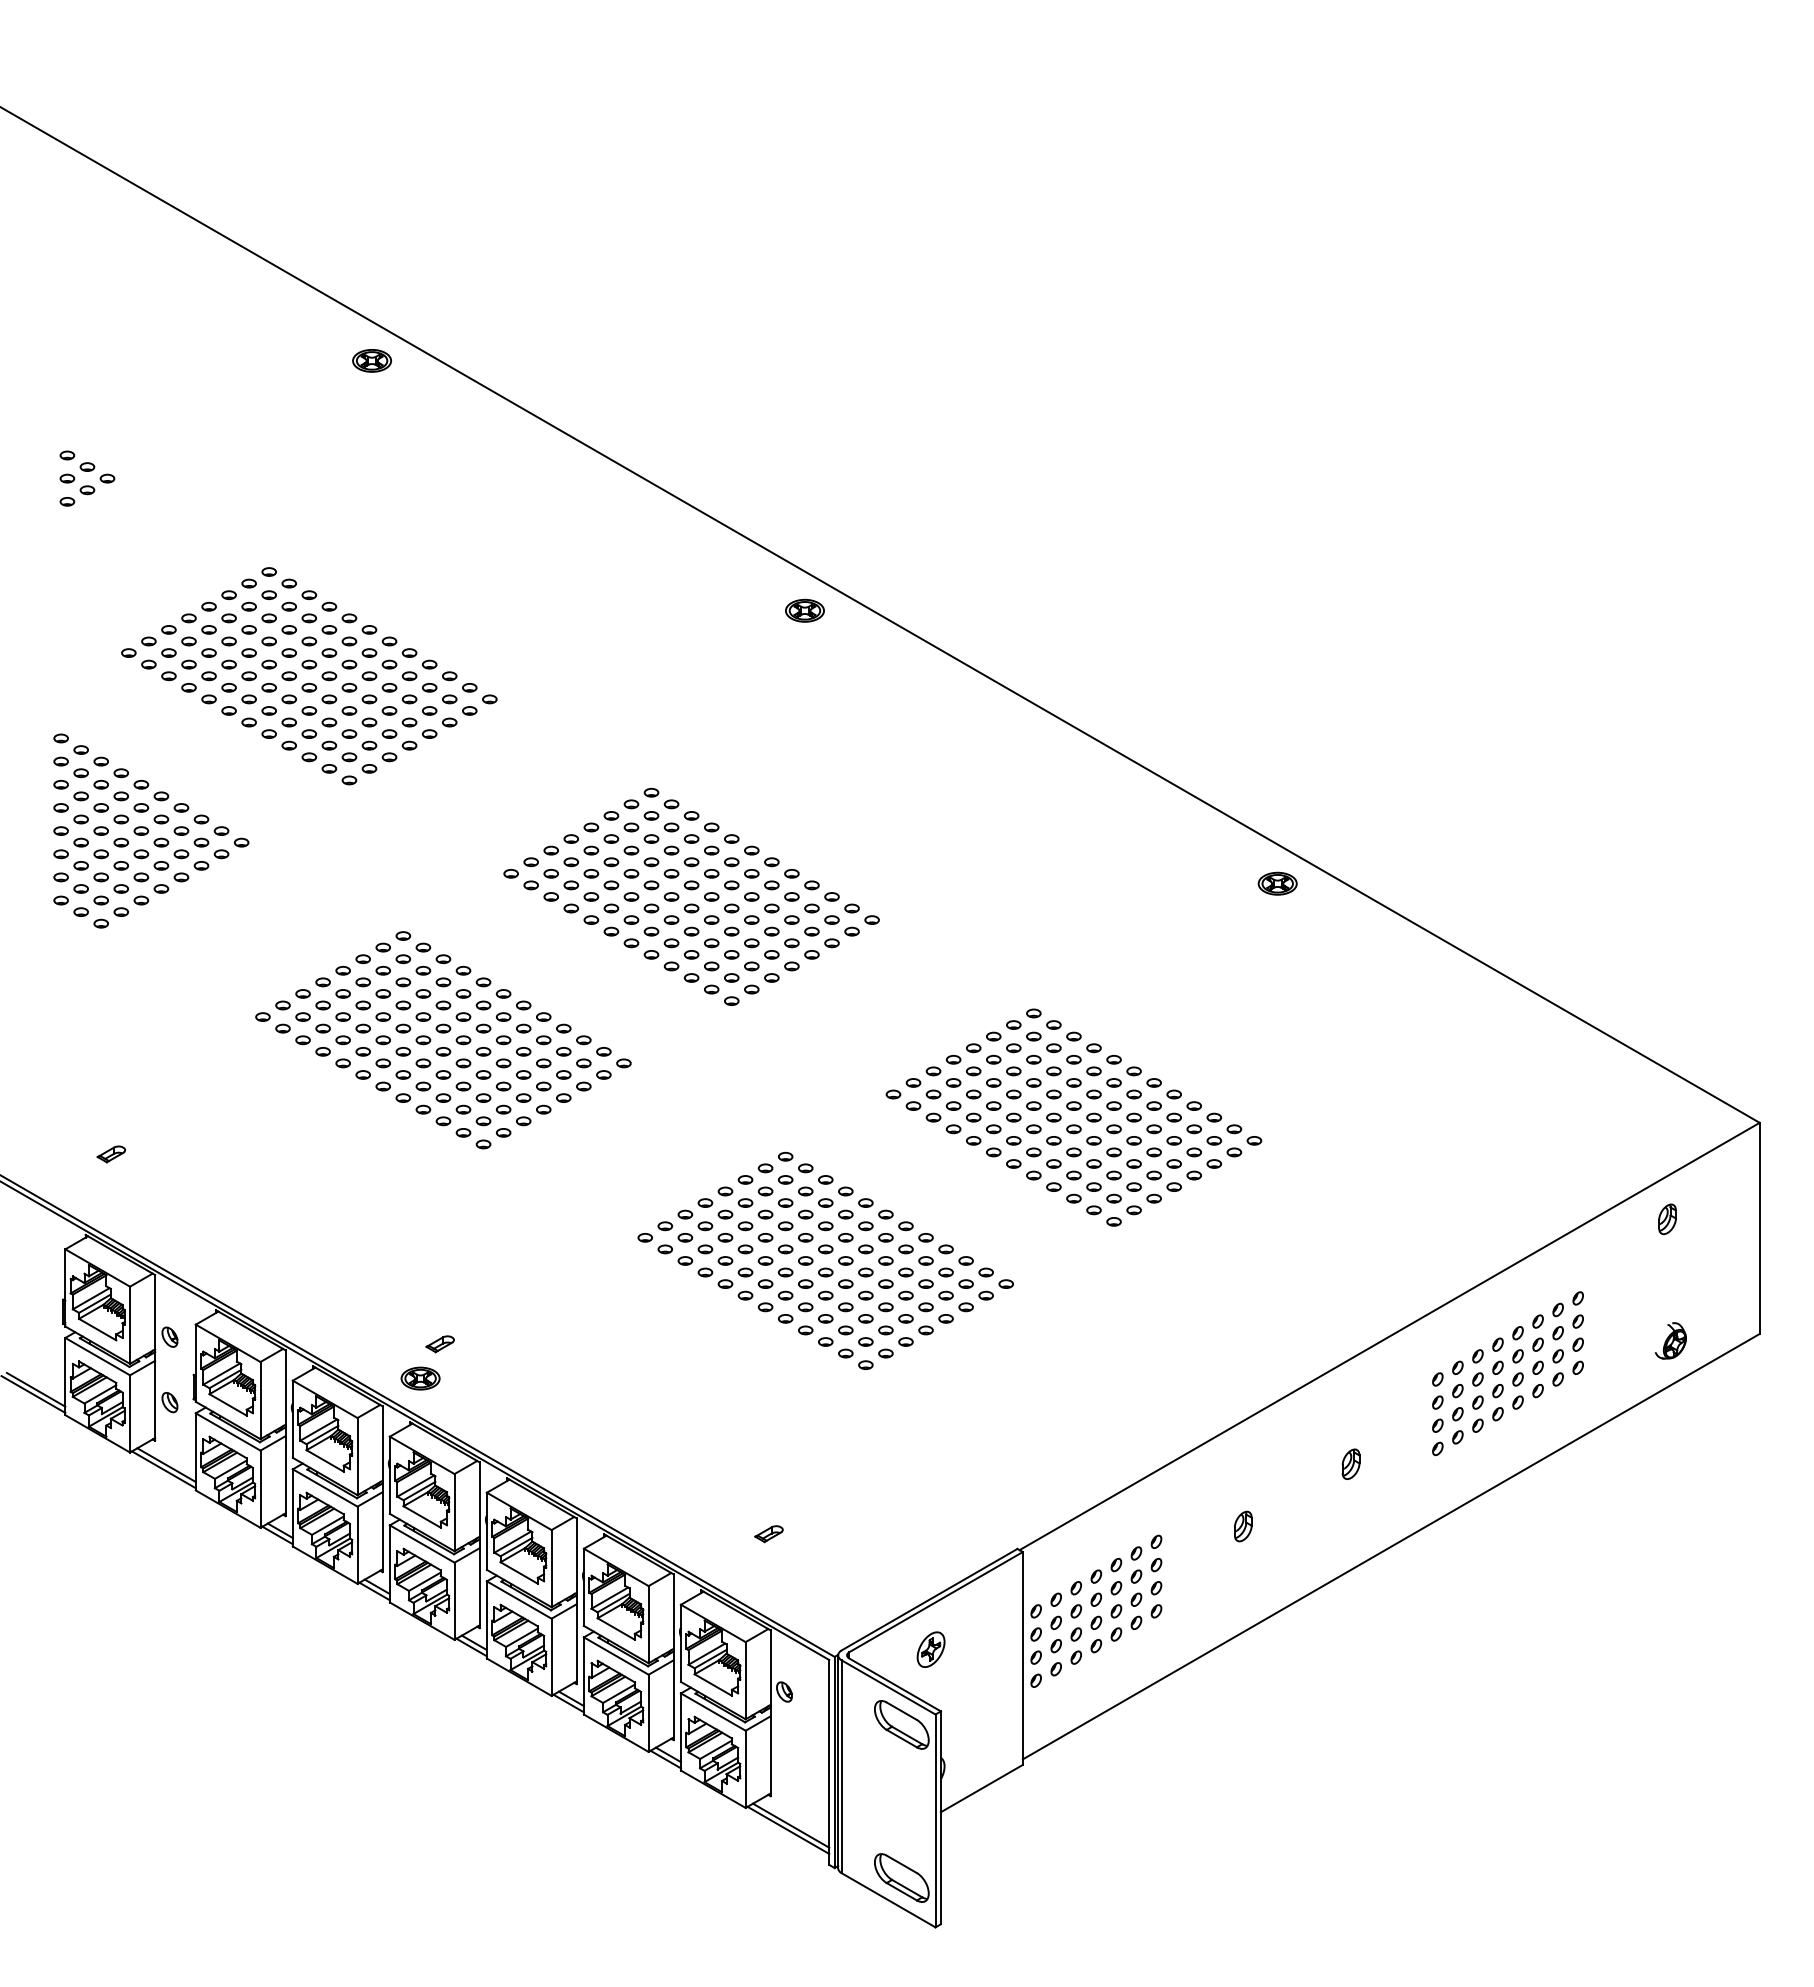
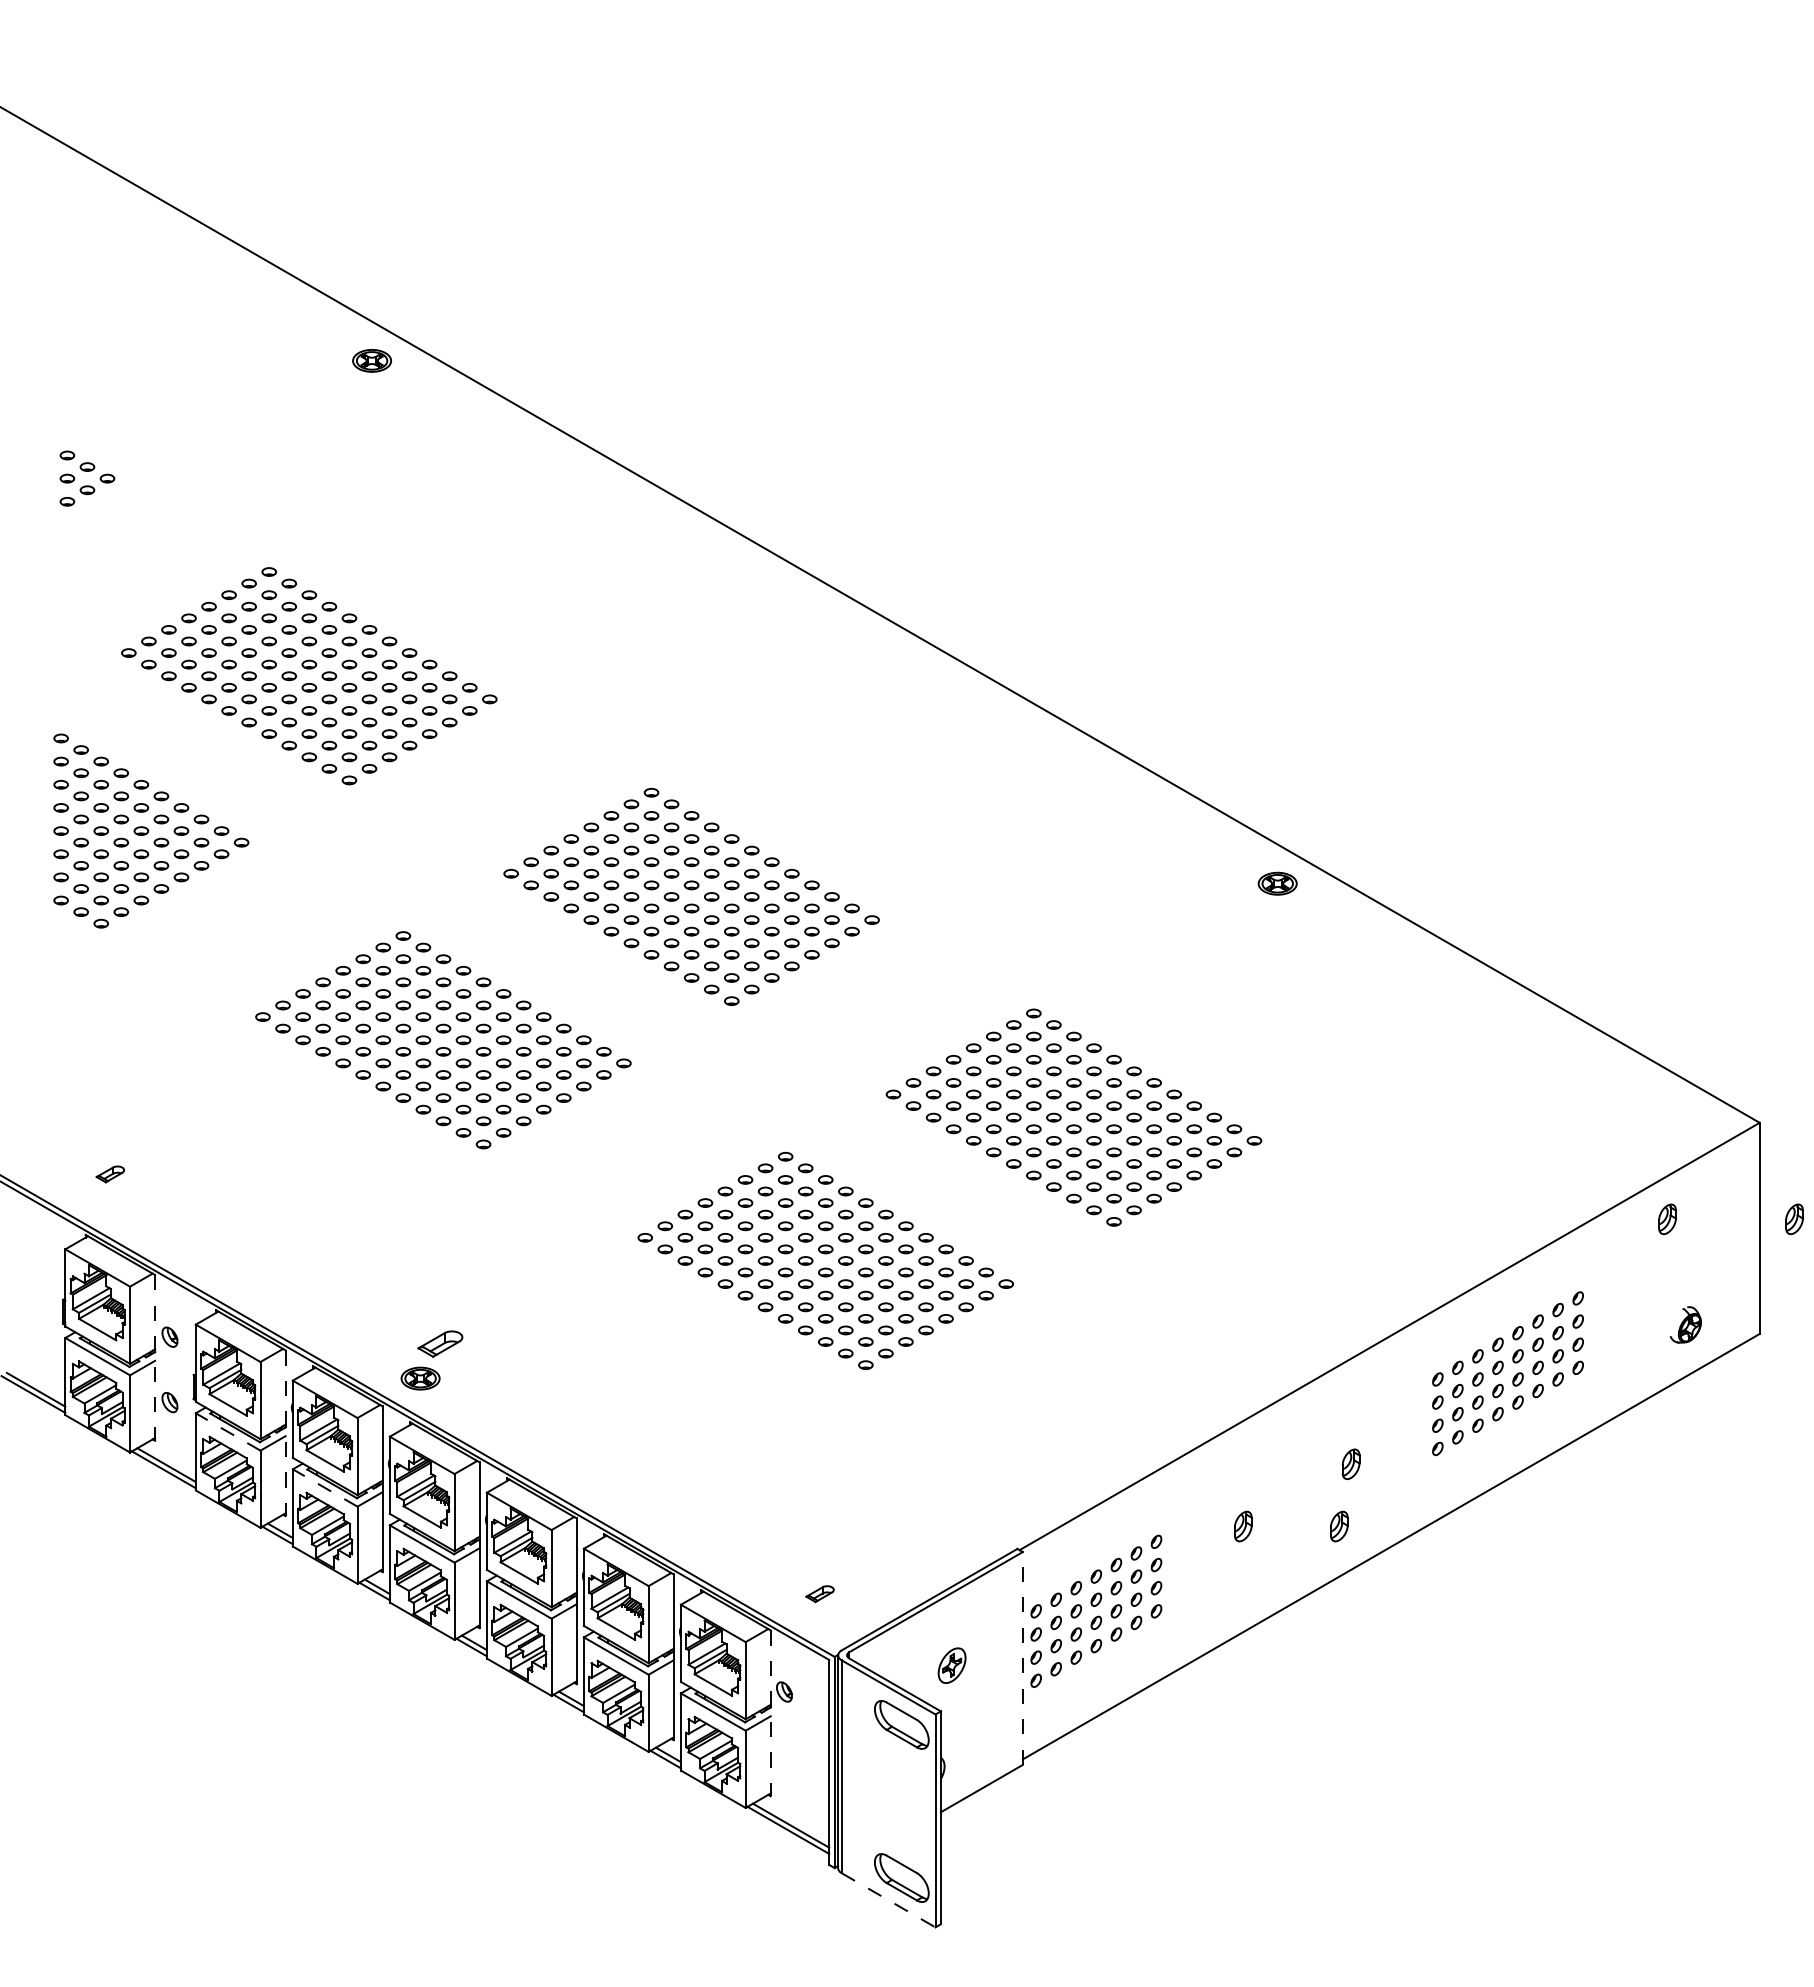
part at (804, 610): present -> none
part at (110, 1154) position: (110, 1154) -> (109, 1174)
part at (1794, 1219): none -> present
part at (1670, 1340) position: (1670, 1340) -> (1685, 1324)
part at (439, 1344) size: 30x19 px -> 47x28 px
line at (155, 1357): solid -> dashed
line at (227, 1431): solid -> dashed
line at (285, 1433): solid -> dashed
line at (324, 1487): solid -> dashed
part at (1339, 1526): none -> present
part at (768, 1534) position: (768, 1534) -> (819, 1594)
part at (930, 1649) position: (930, 1649) -> (951, 1665)
line at (1022, 1657): solid -> dashed
line at (770, 1713): solid -> dashed
line at (889, 1900): solid -> dashed
